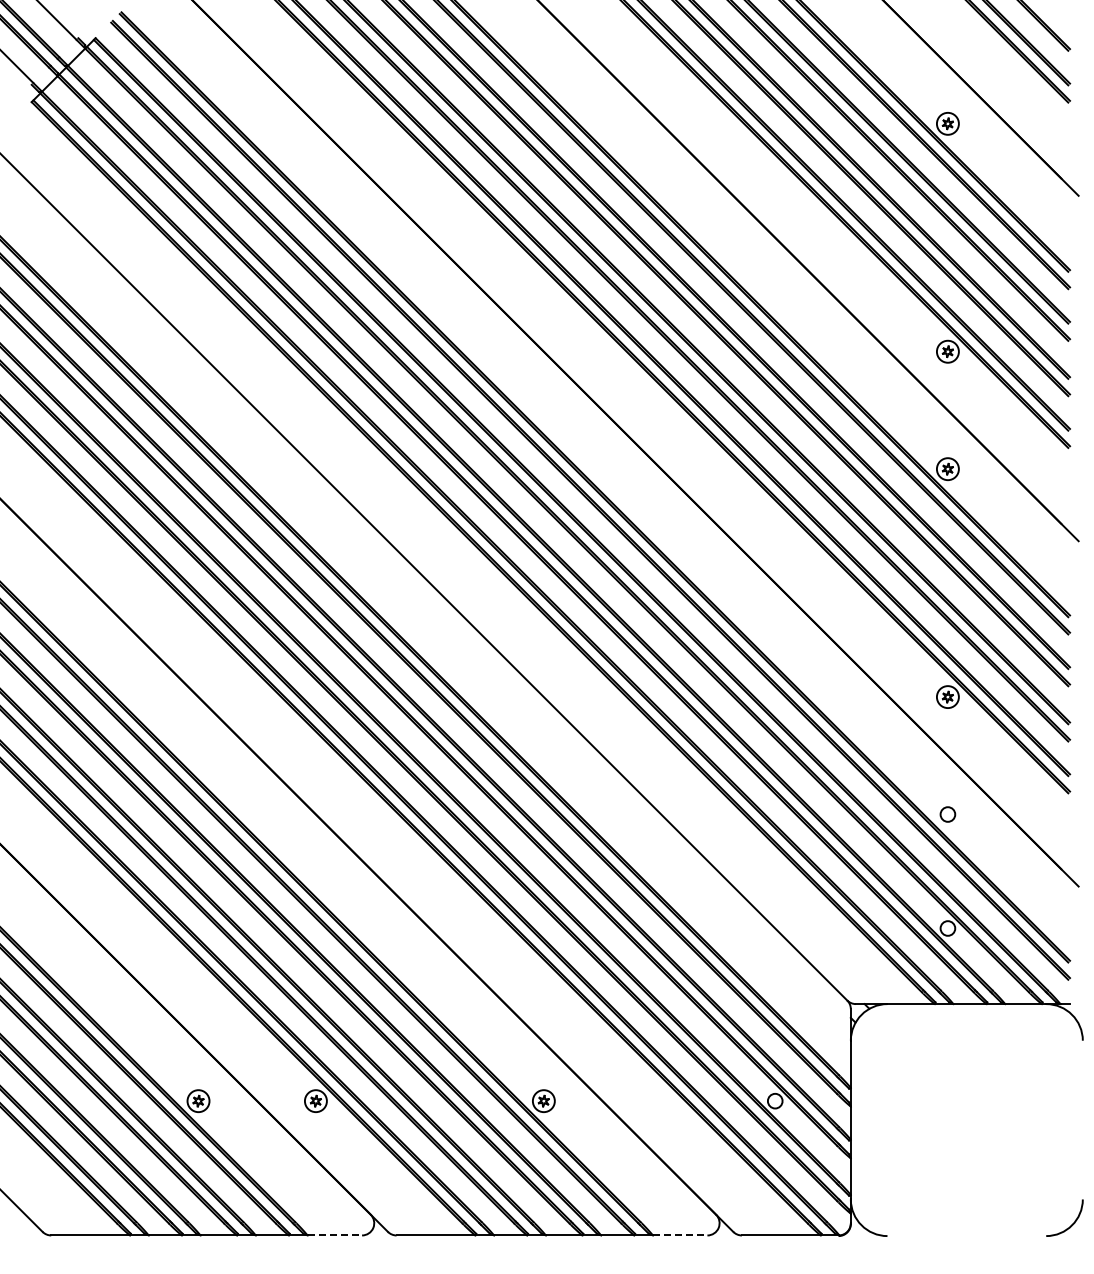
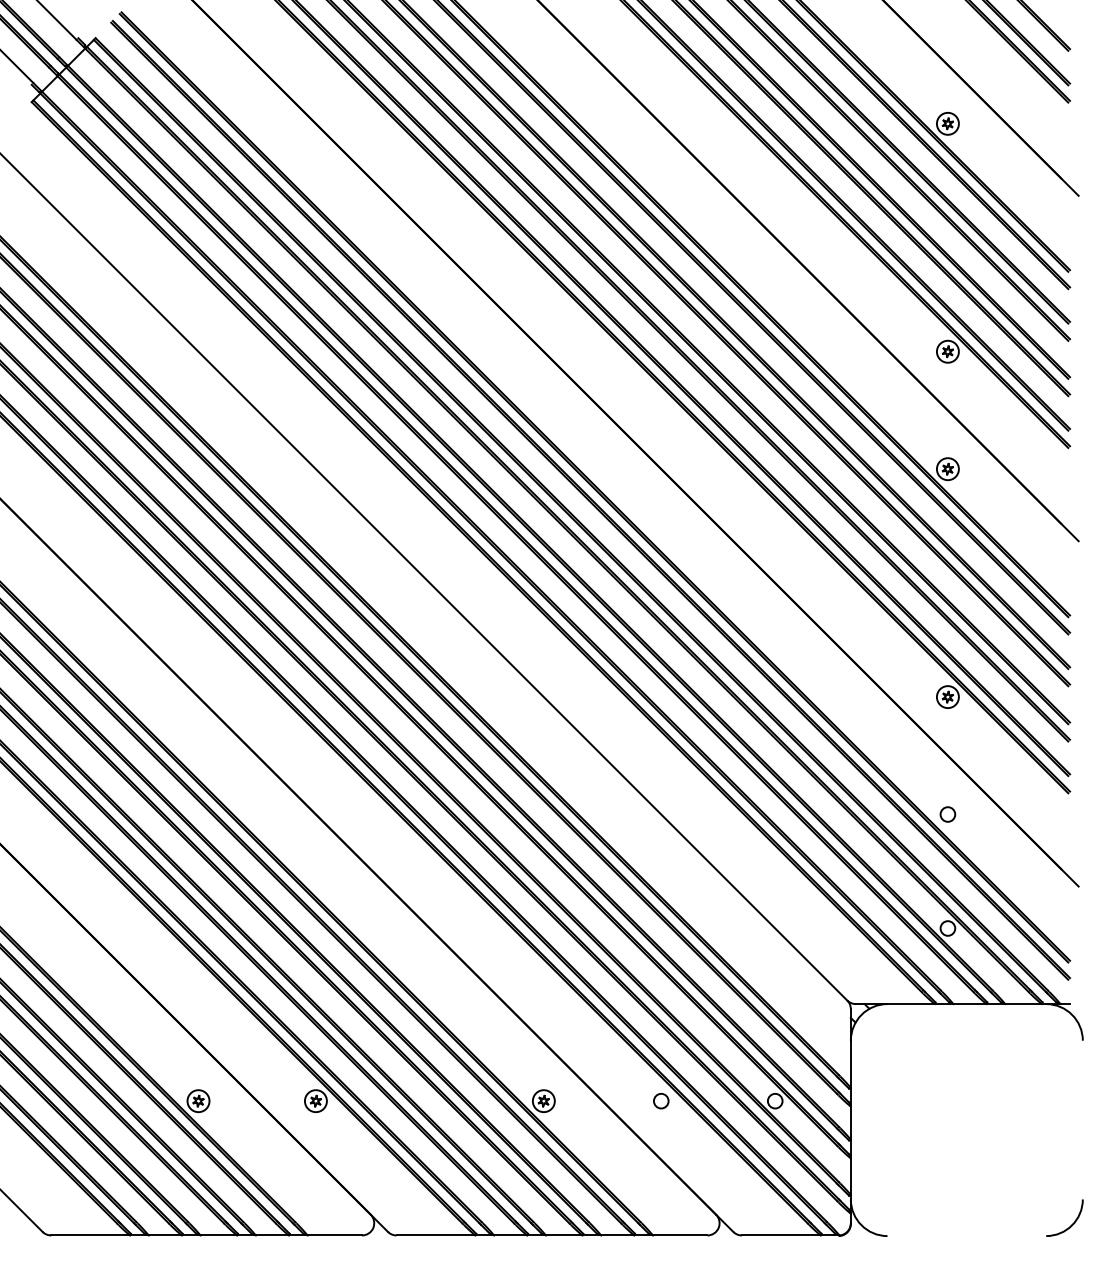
circle at (661, 1101): none -> present
line at (335, 1235): dashed -> solid
line at (680, 1235): dashed -> solid
